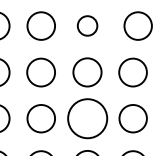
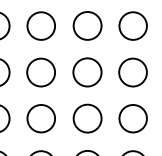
part at (87, 25) size: 23x22 px -> 31x30 px
part at (137, 25) position: (137, 25) -> (132, 25)
part at (87, 118) size: 42x42 px -> 31x31 px
